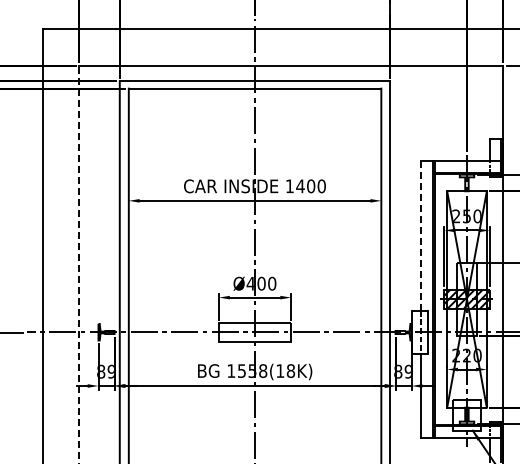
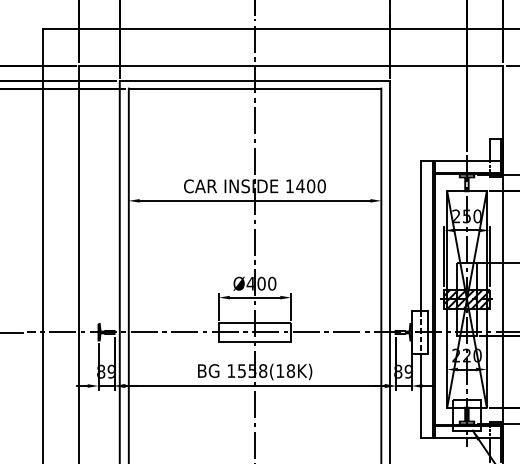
line at (421, 236): dashed -> solid
line at (79, 264): dashed -> solid
